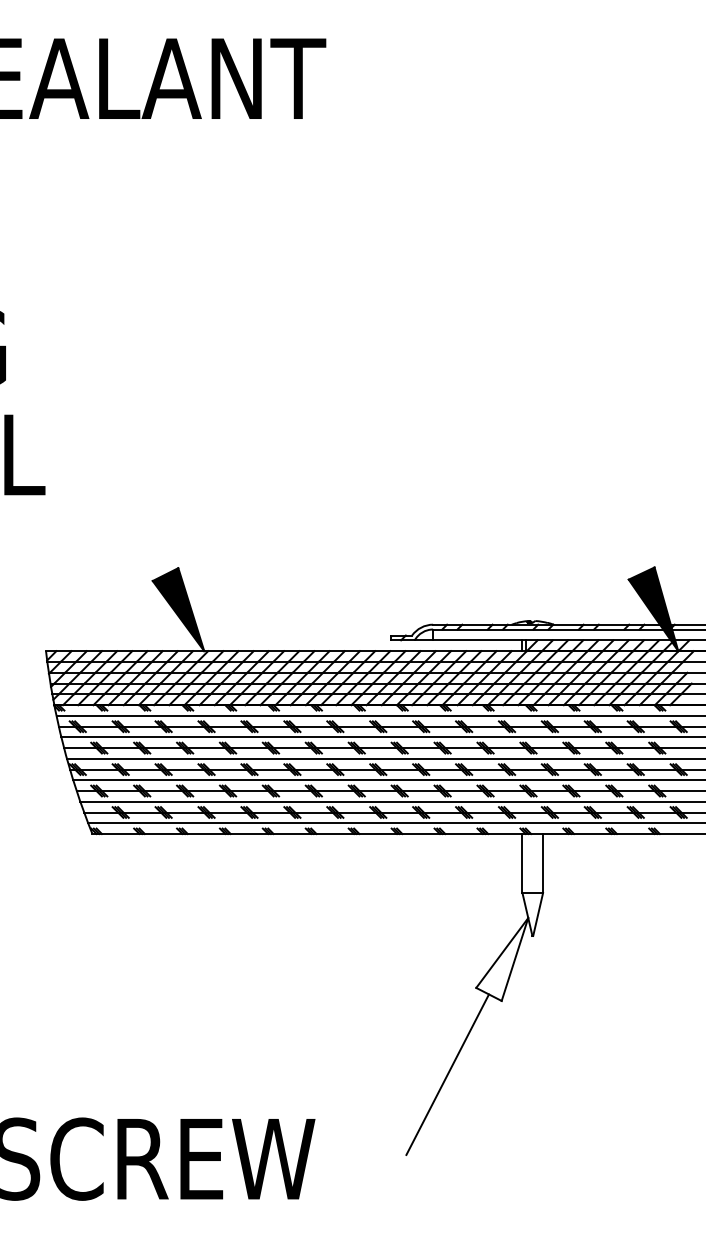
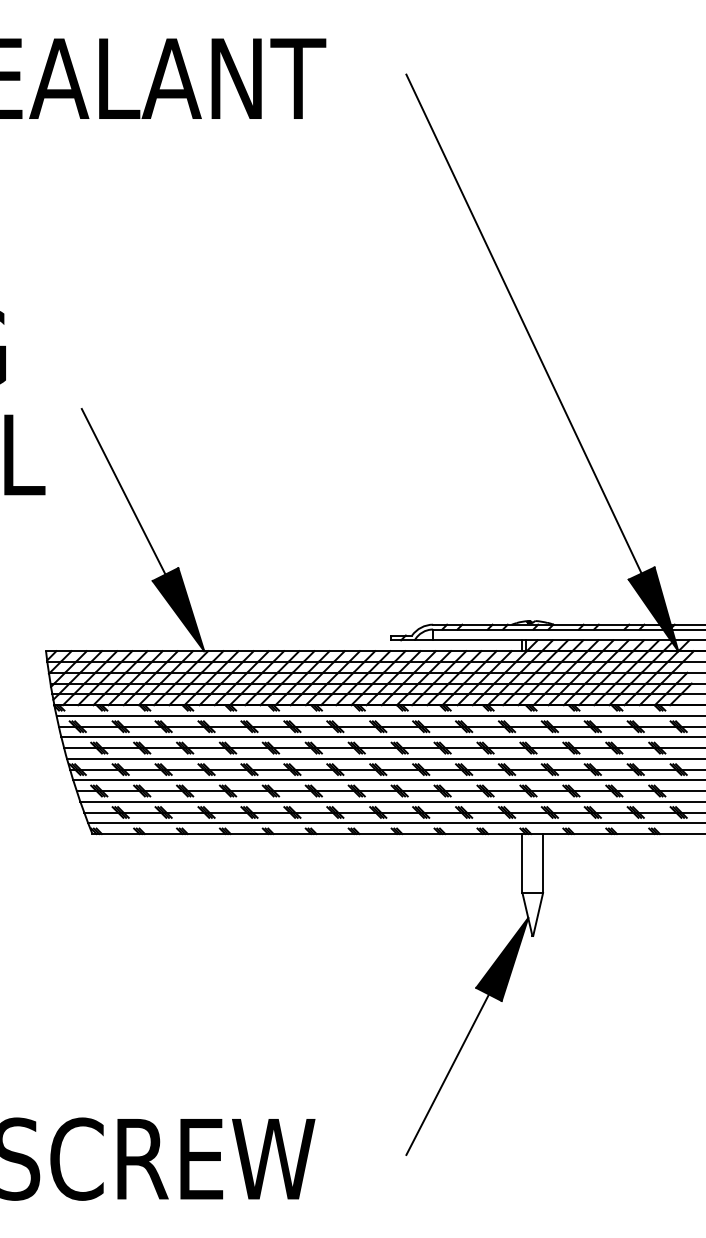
line at (523, 323): none -> present
line at (123, 491): none -> present
fill at (502, 959): none -> present
